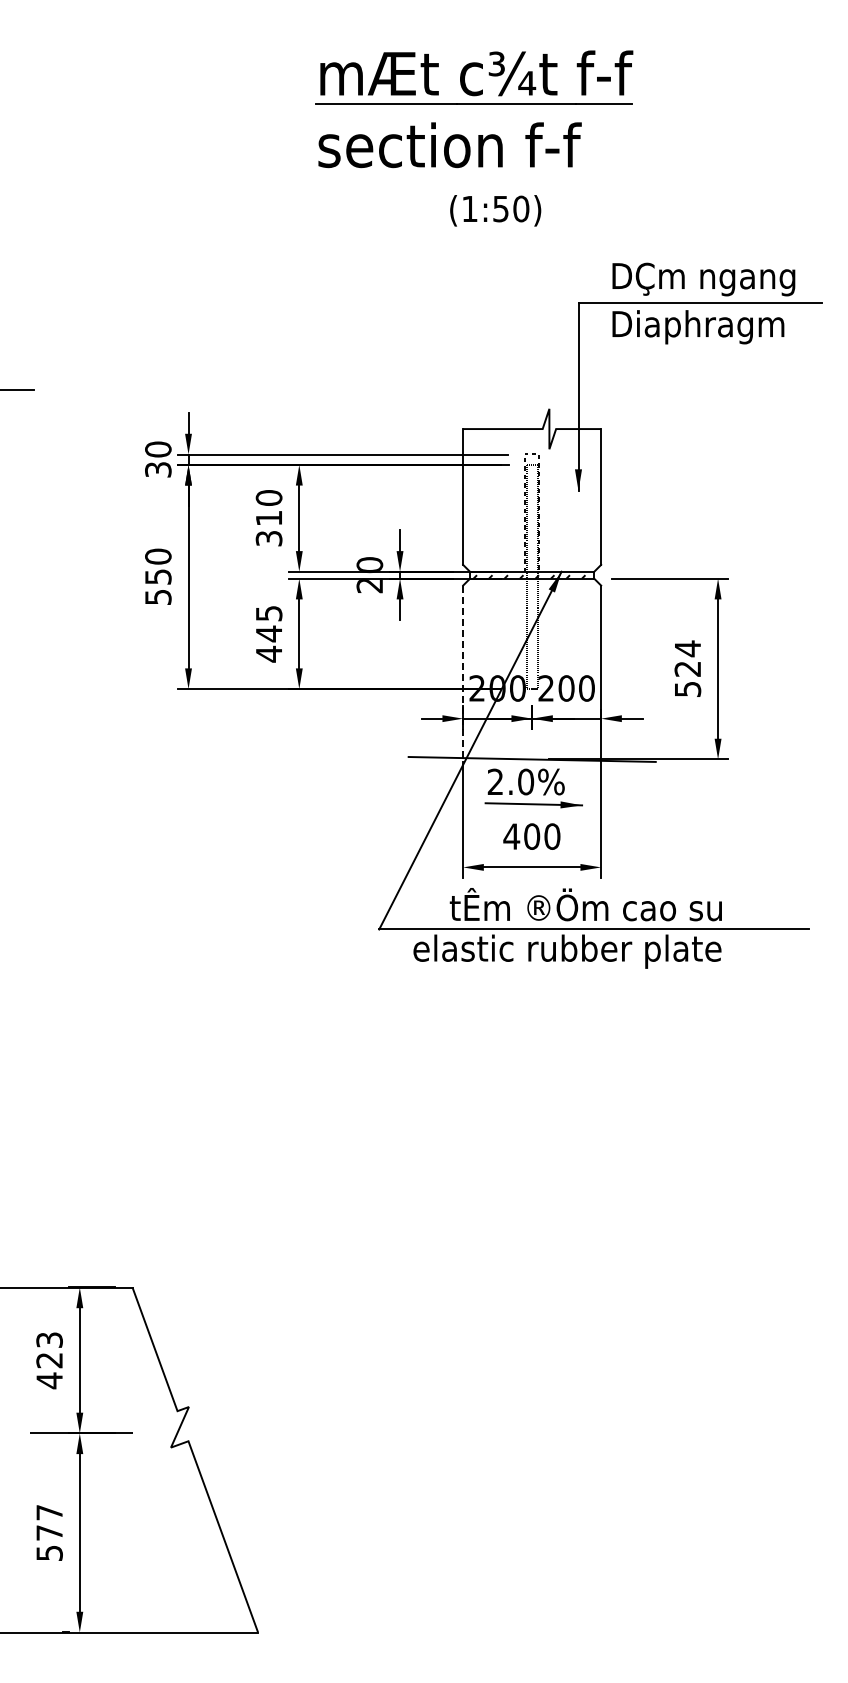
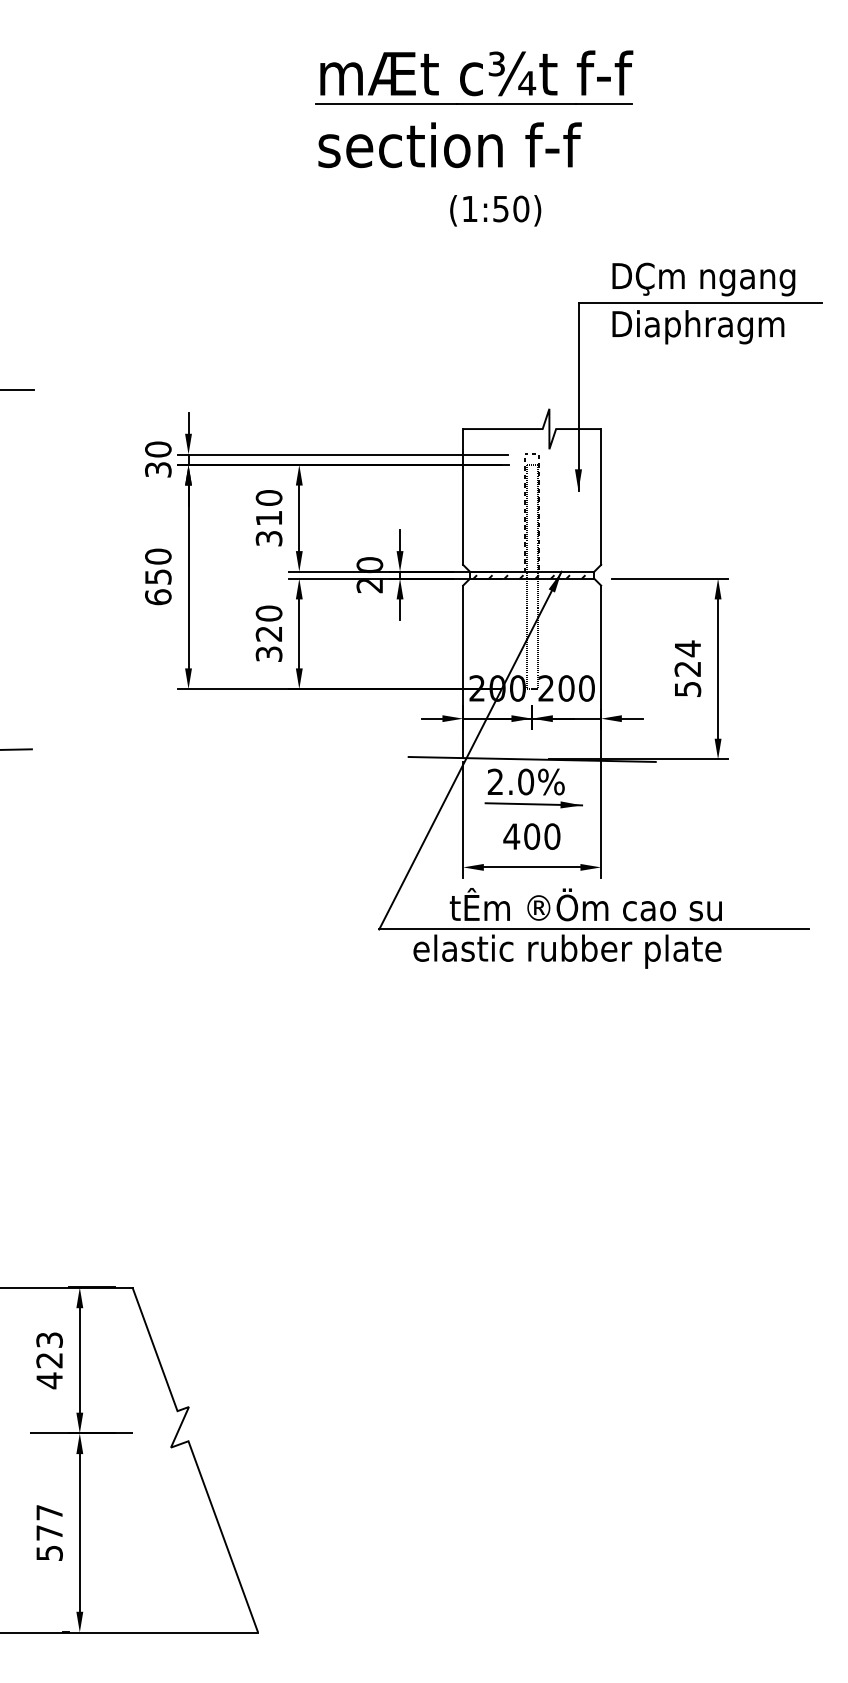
text at (158, 597): 550 -> 650
text at (268, 633): 445 -> 320
line at (463, 672): dashed -> solid
line at (16, 749): none -> present
